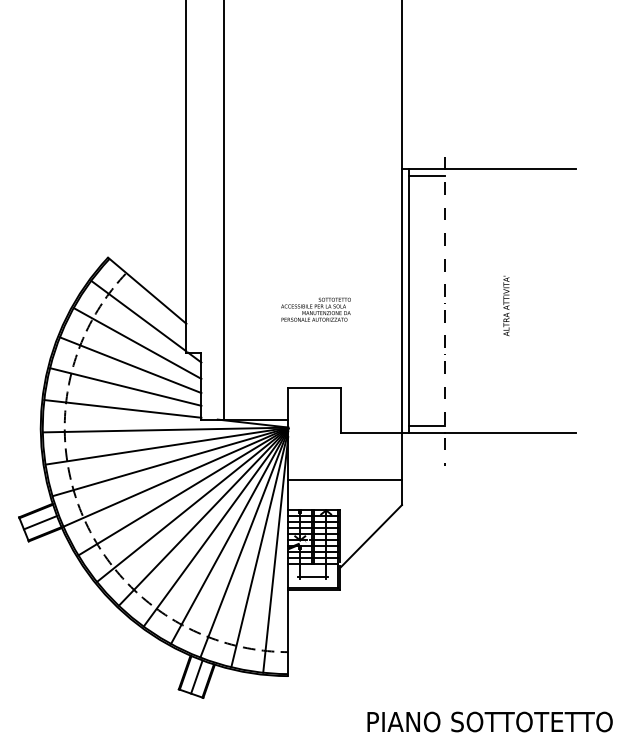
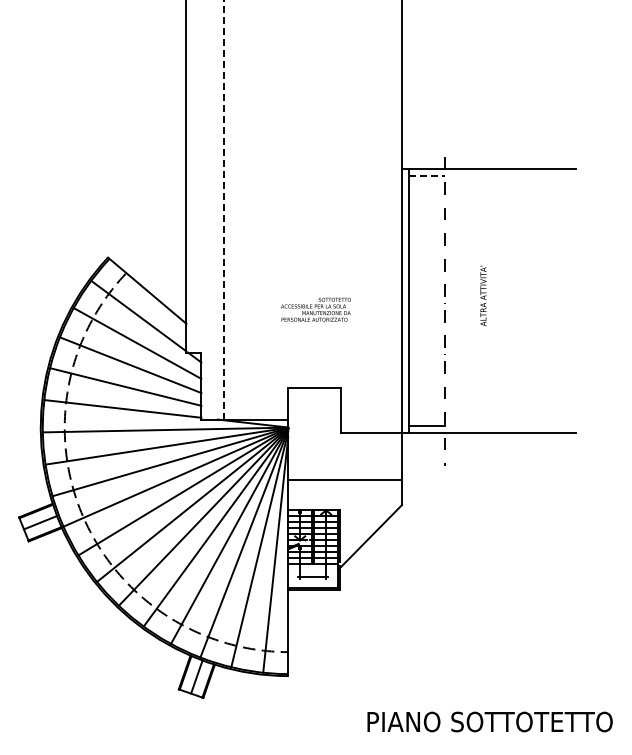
line at (427, 176): solid -> dashed
line at (224, 209): solid -> dashed
text at (506, 305) position: (506, 305) -> (483, 295)
